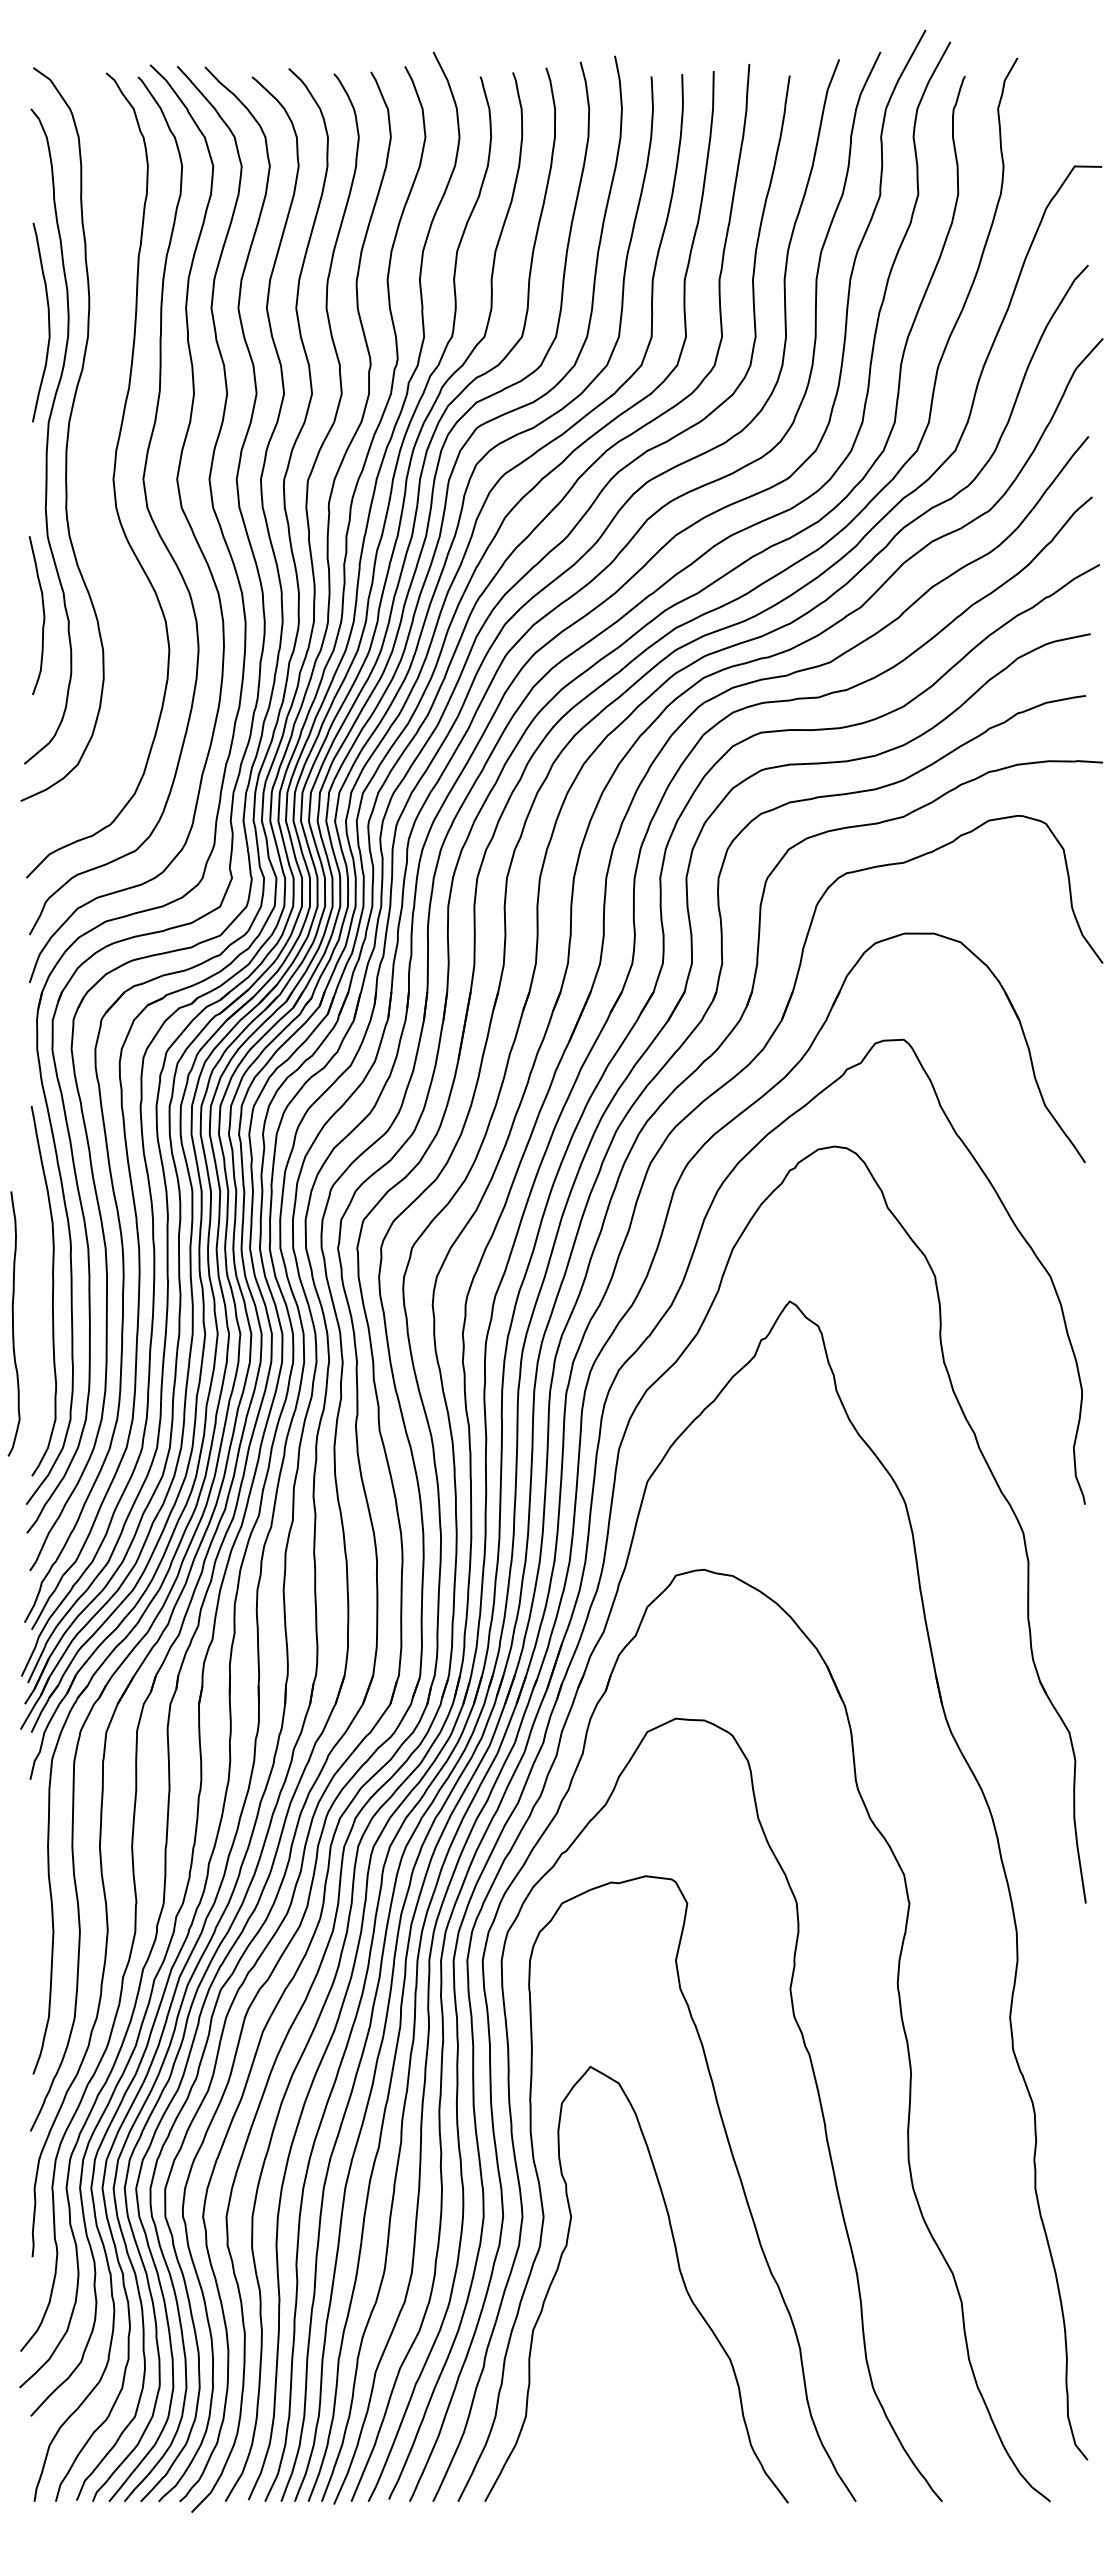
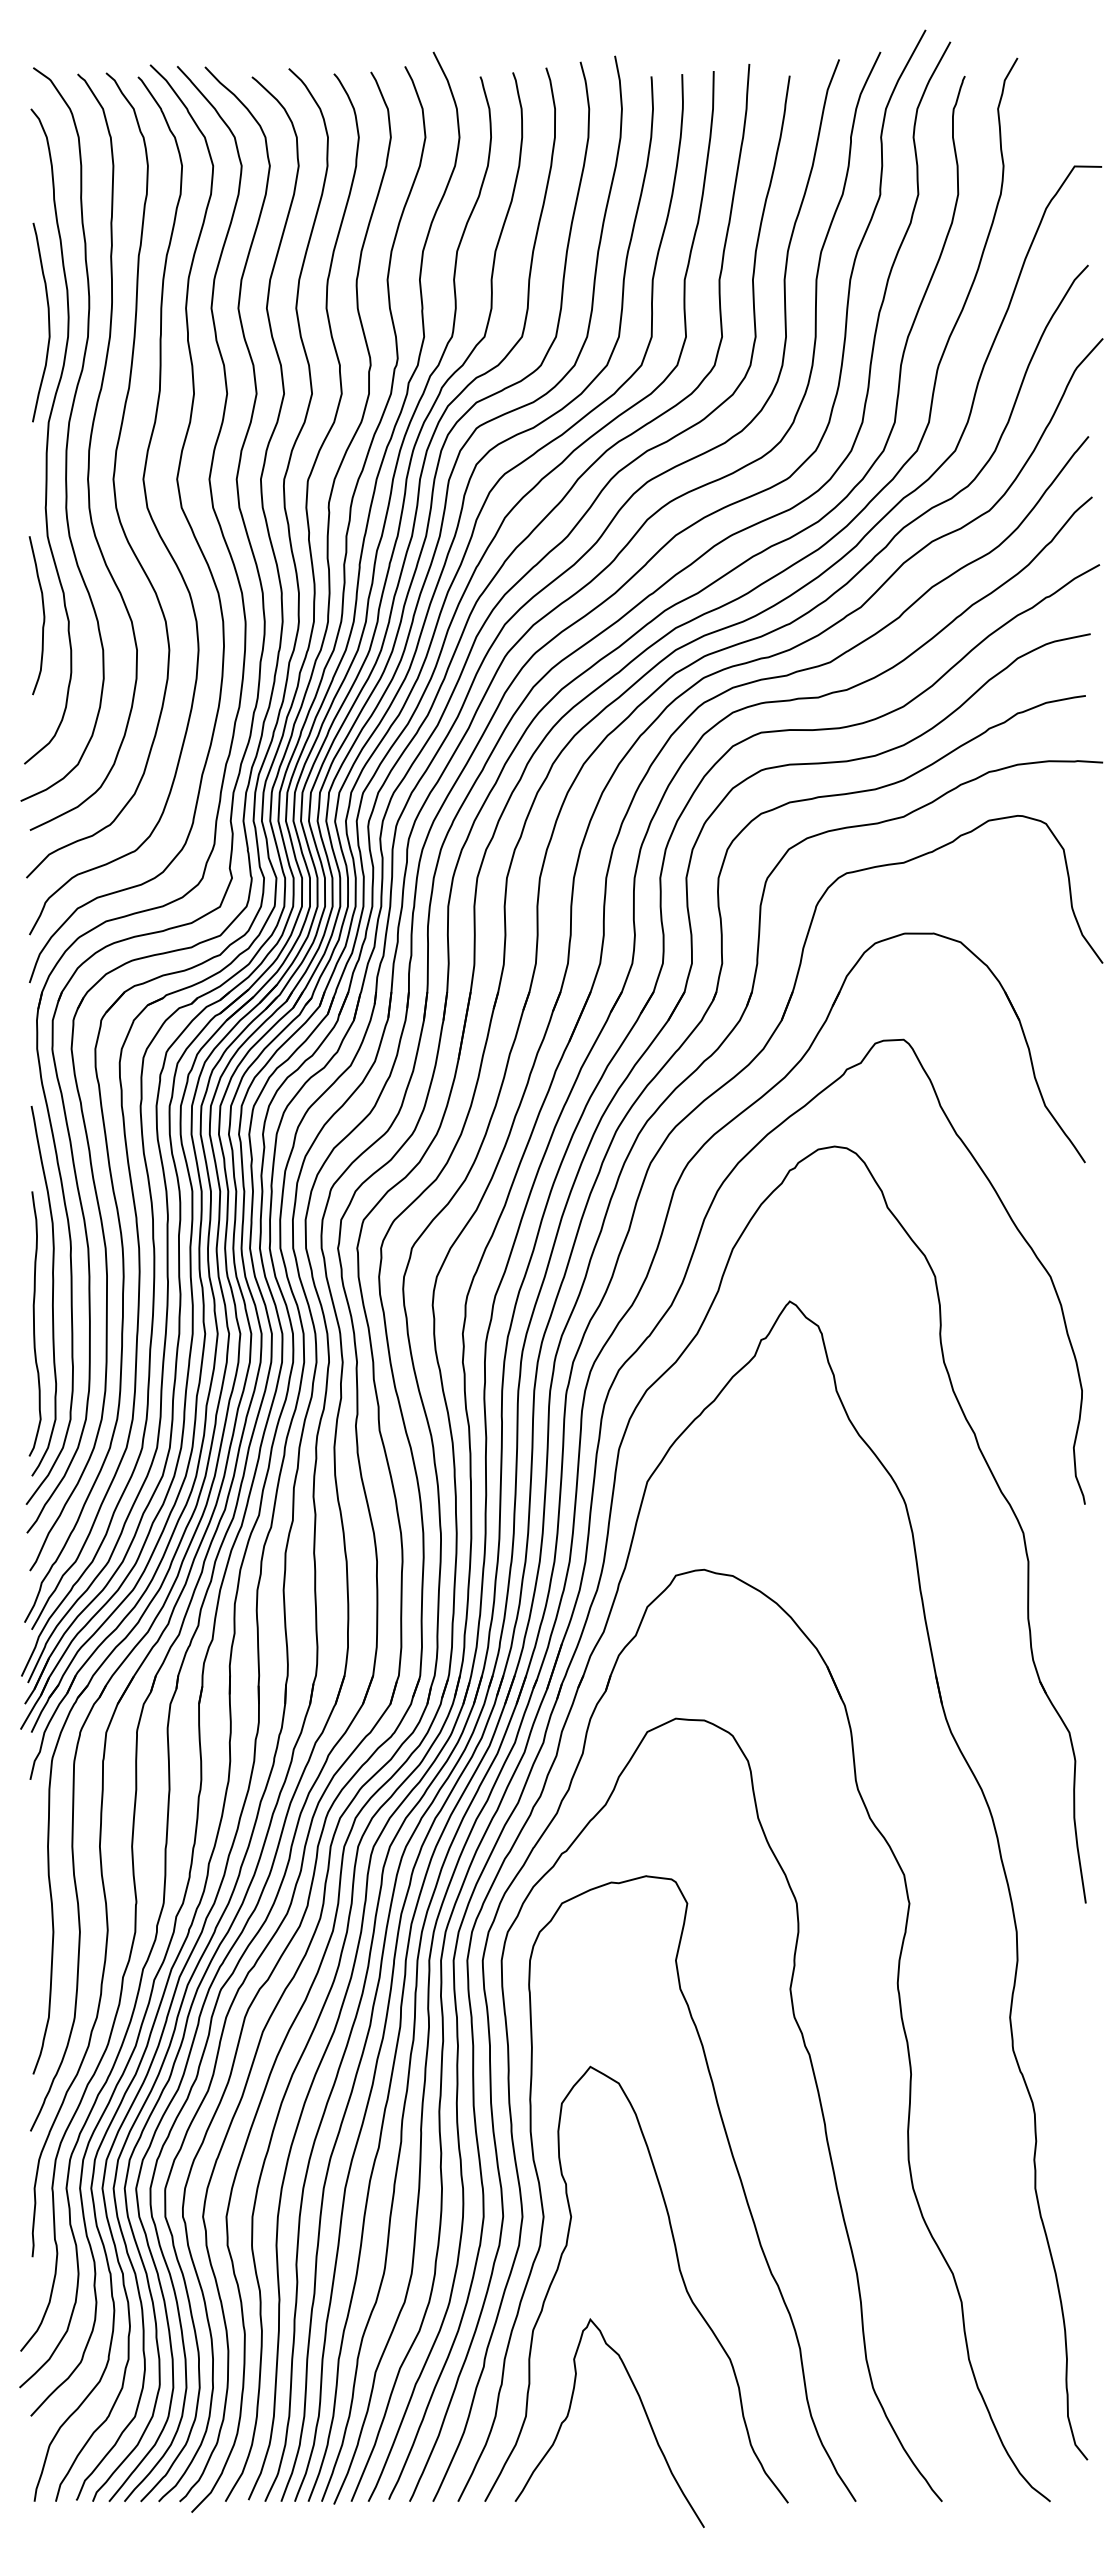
curve at (88, 451): none -> present
curve at (13, 1323) position: (13, 1323) -> (34, 1323)
curve at (642, 2407): none -> present
